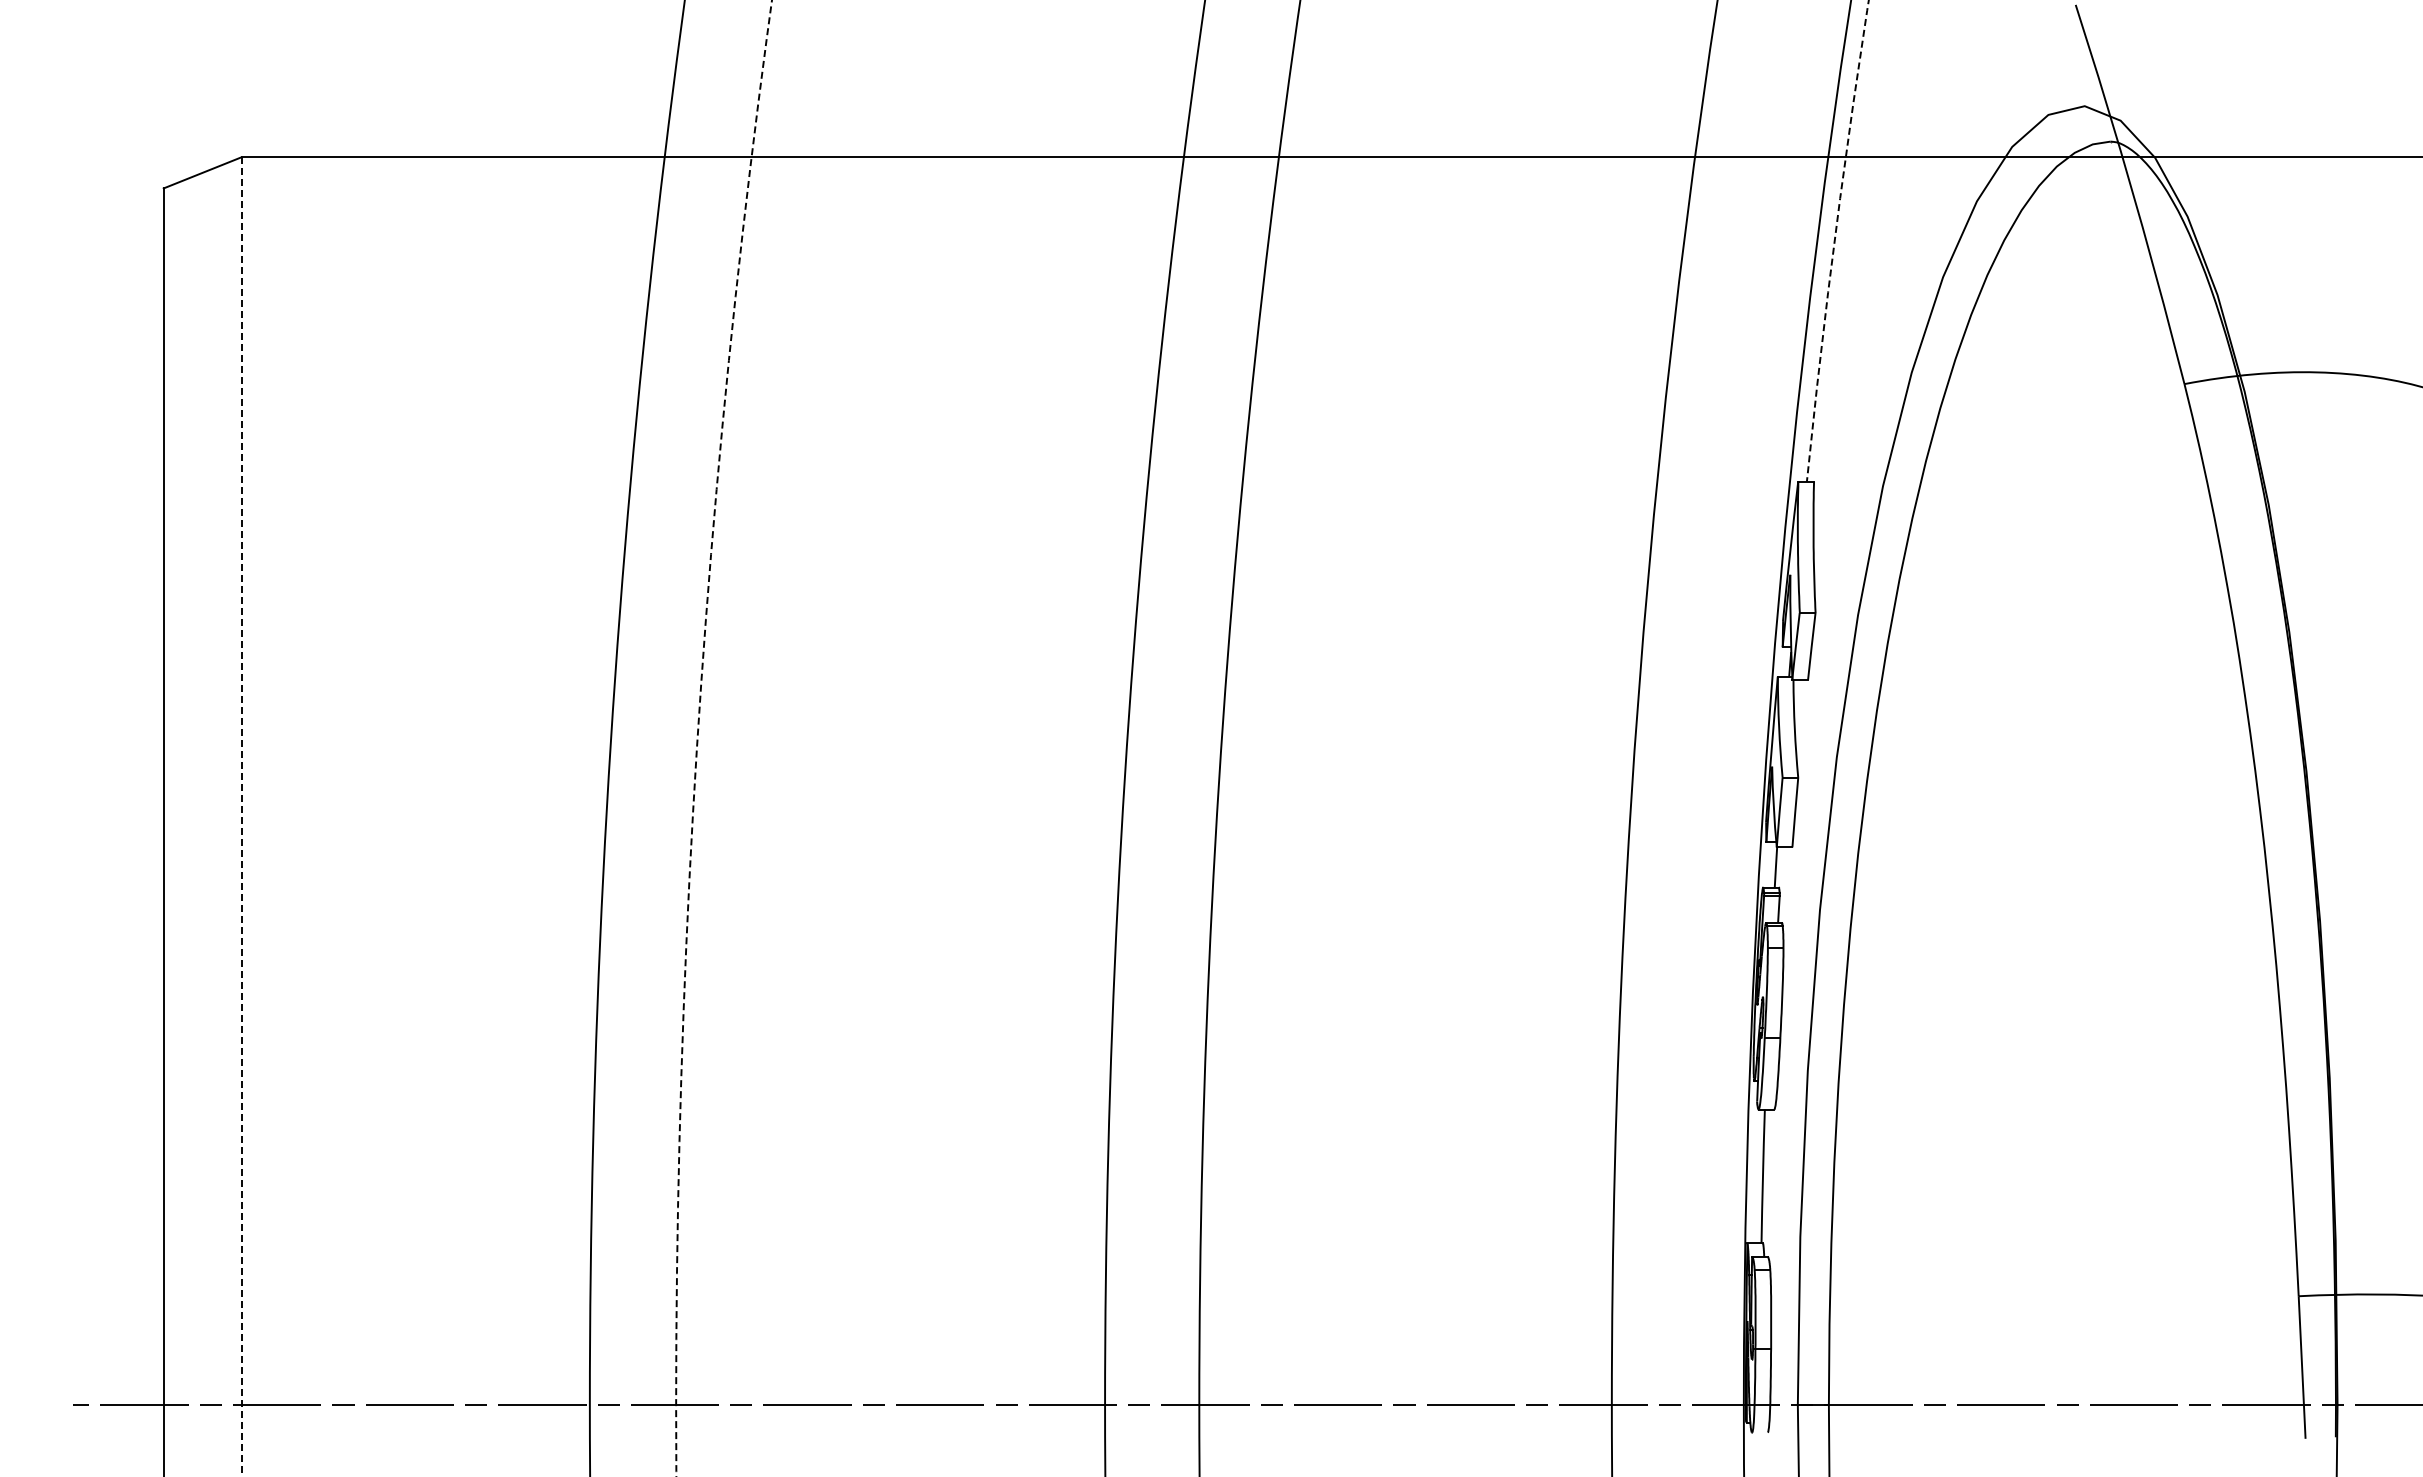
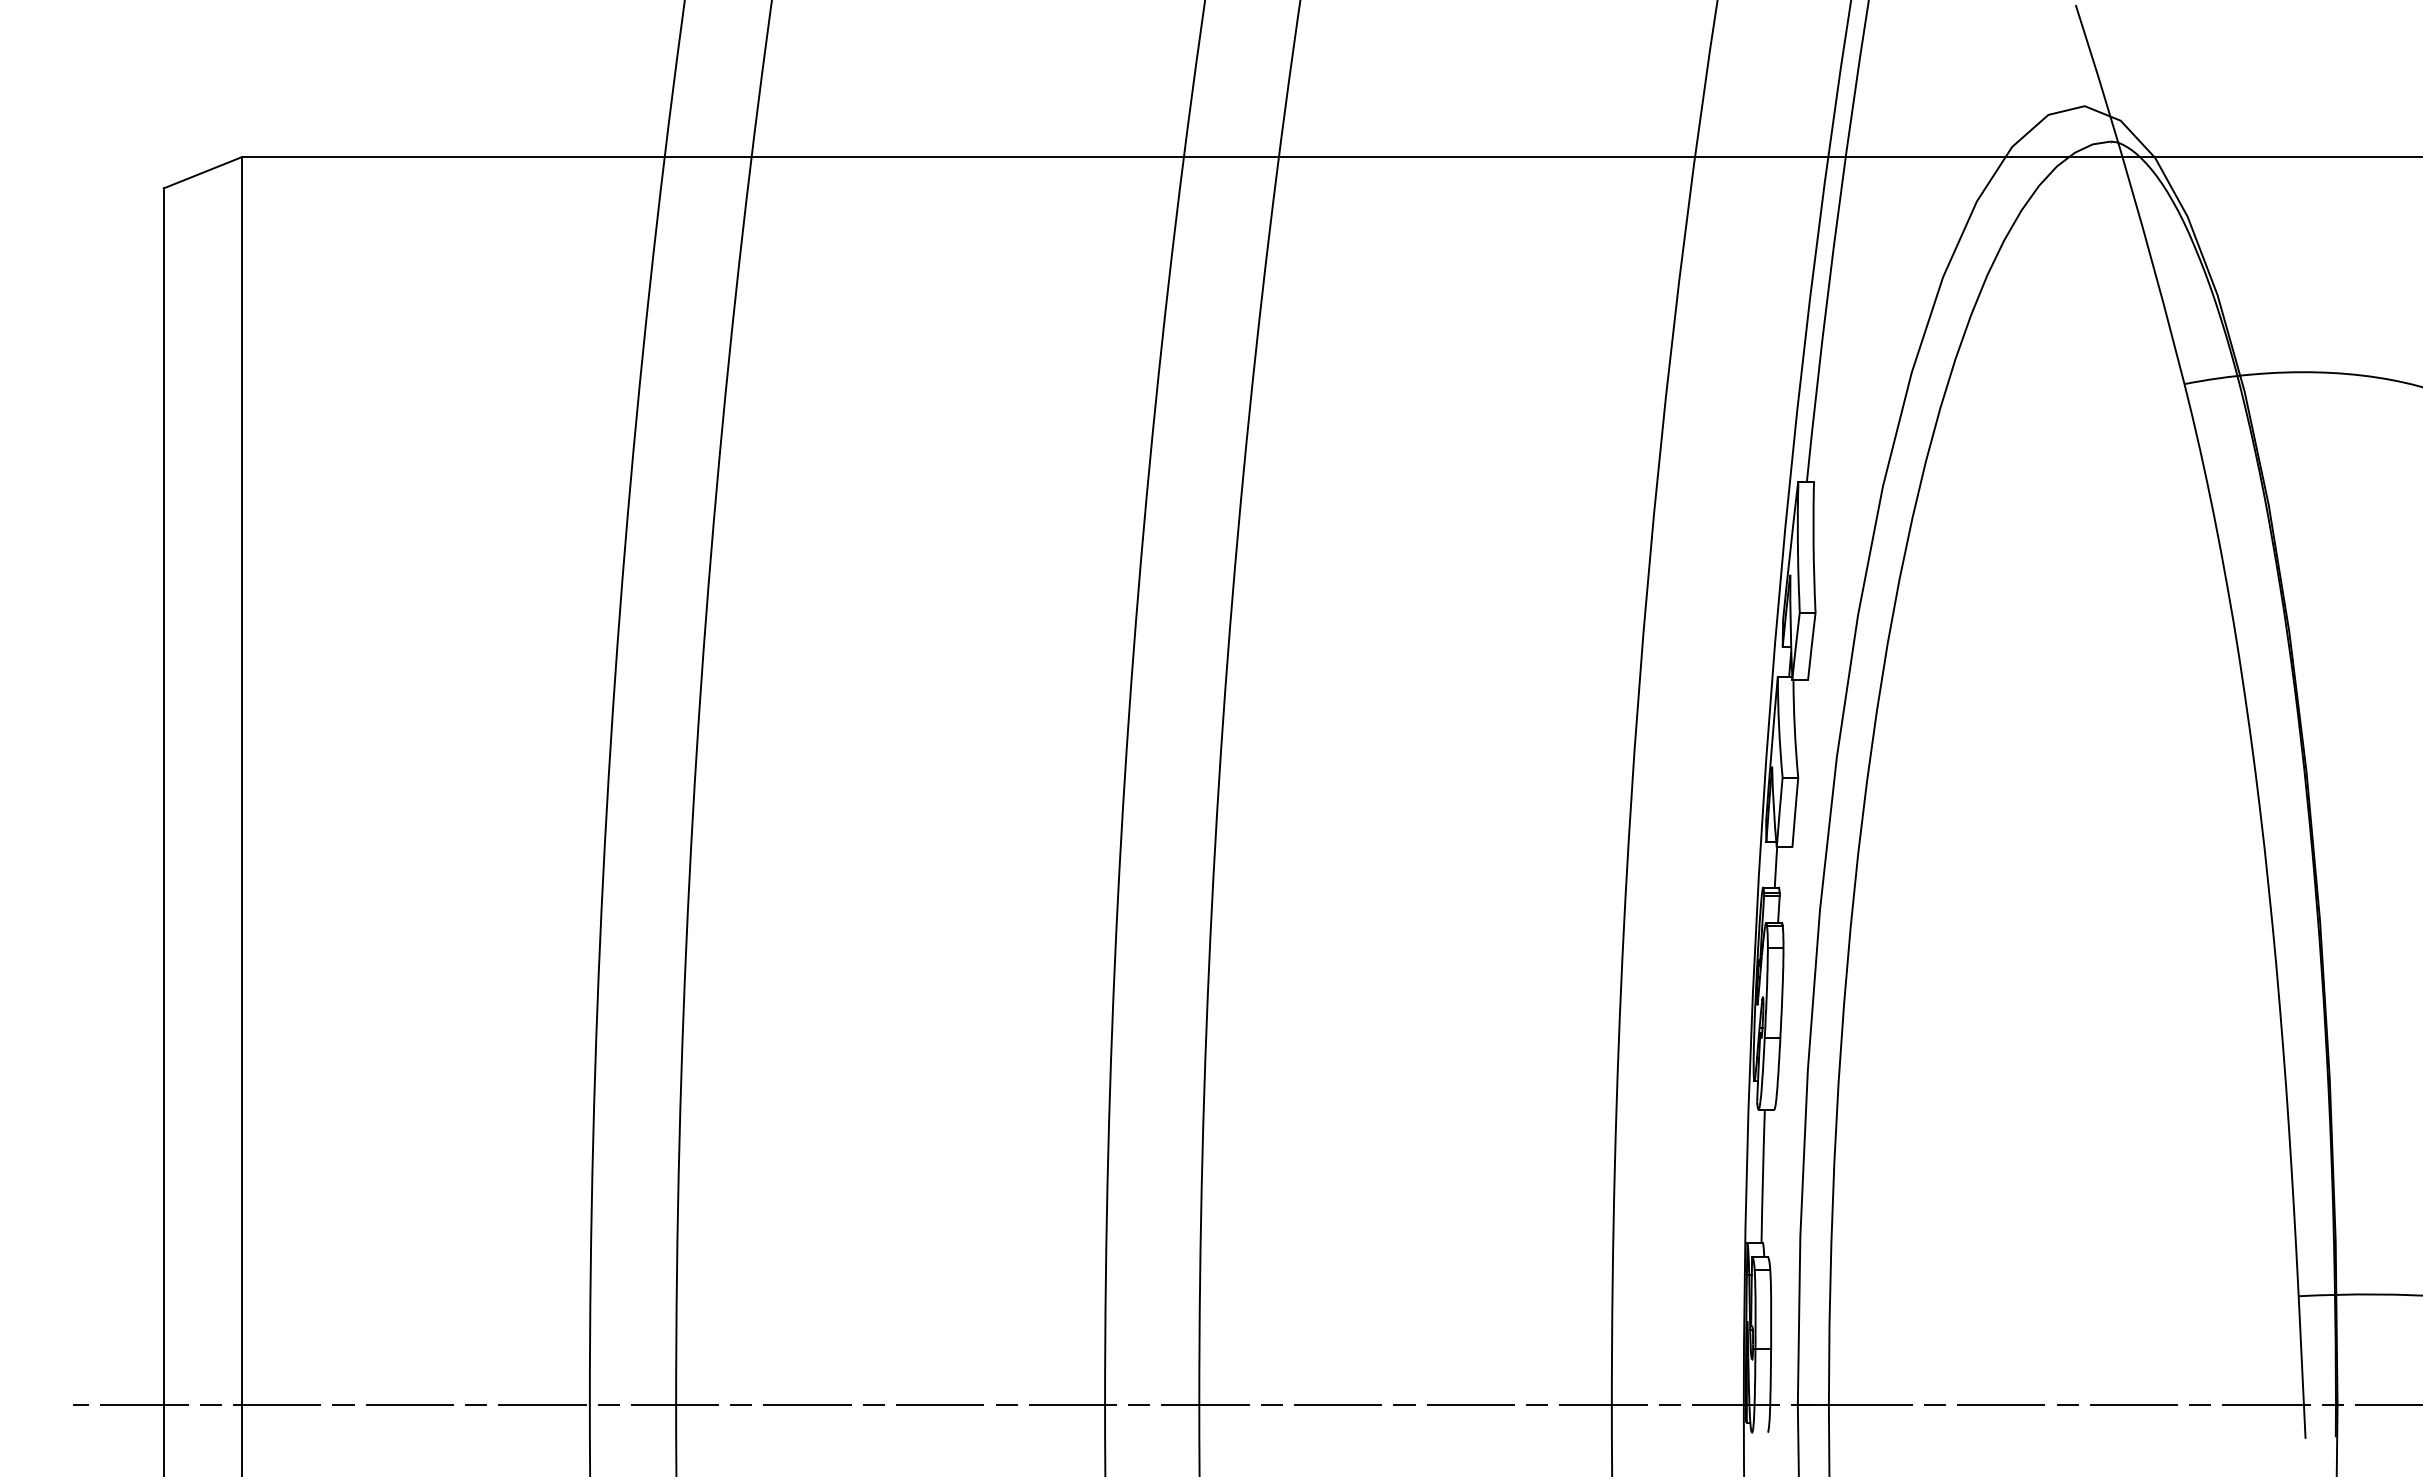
arc at (1834, 240): dashed -> solid
circle at (723, 738): dashed -> solid
line at (241, 817): dashed -> solid
